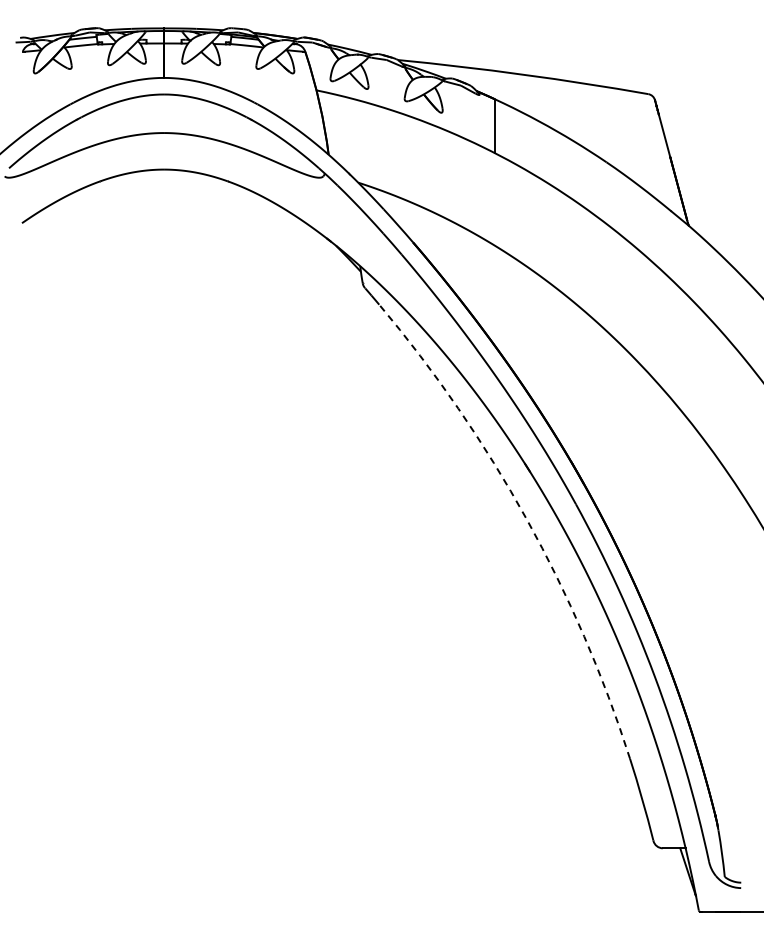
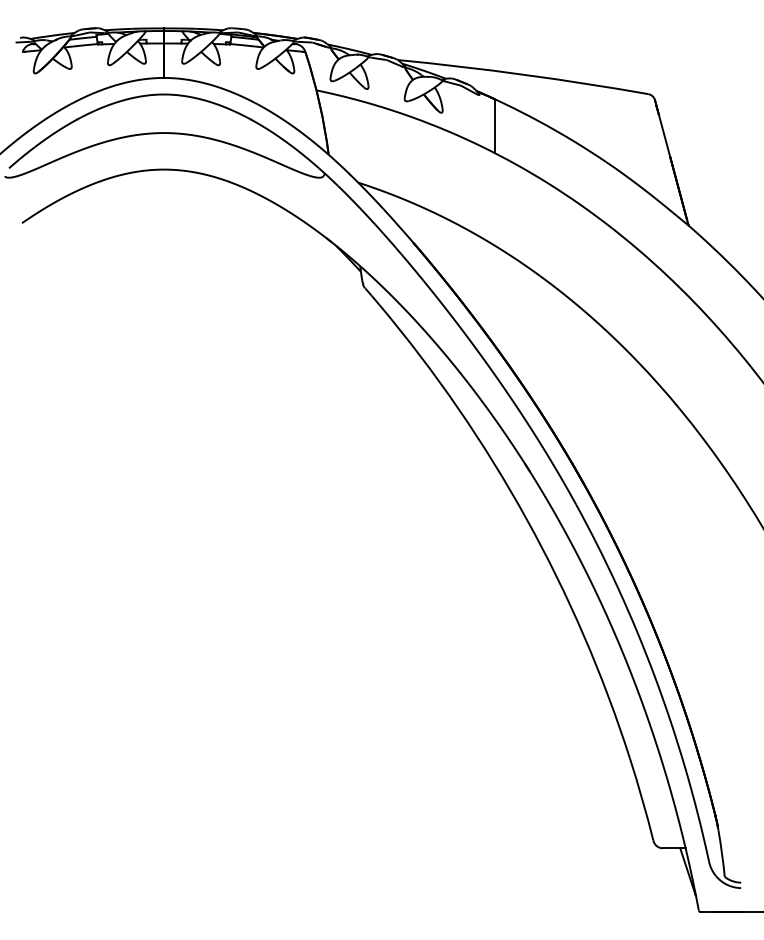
arc at (526, 519): dashed -> solid
